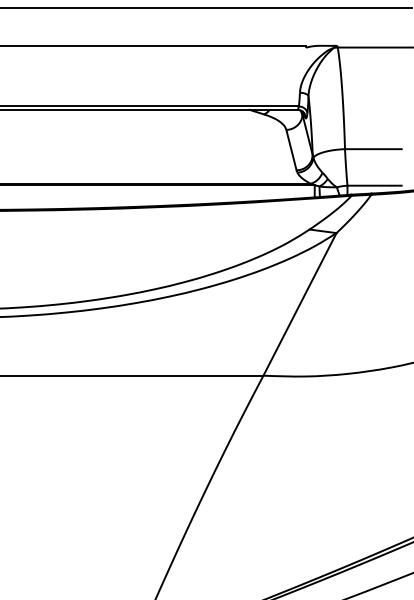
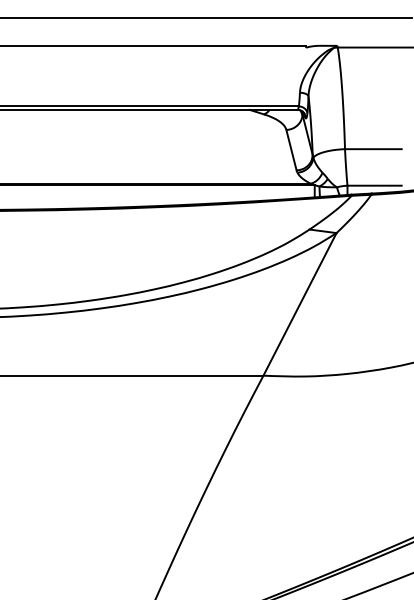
line at (206, 8) position: (206, 8) -> (206, 18)
